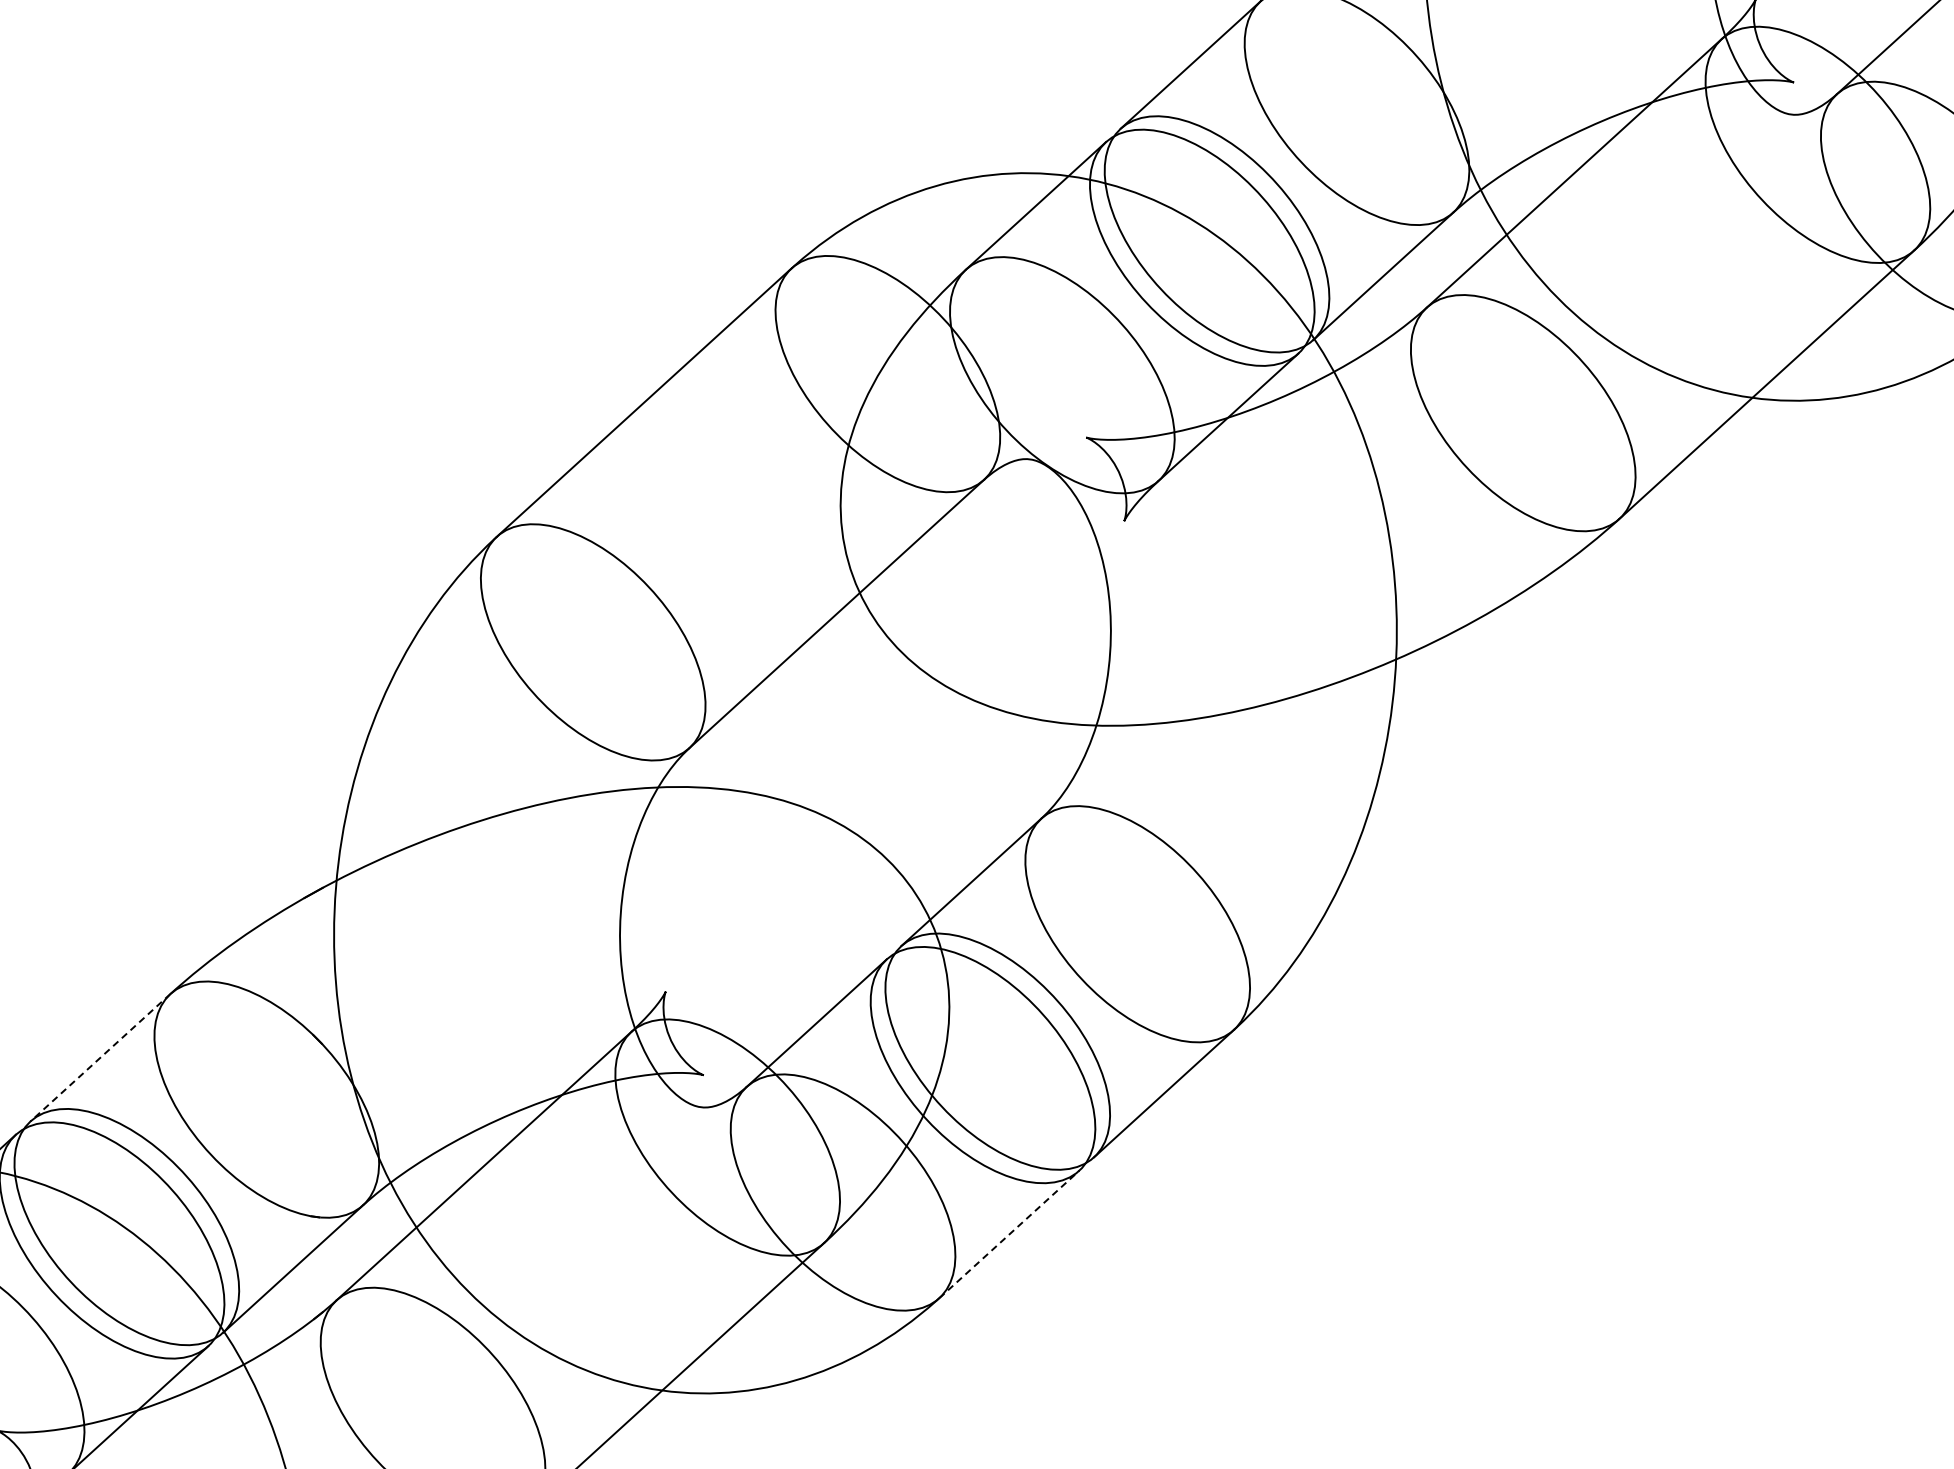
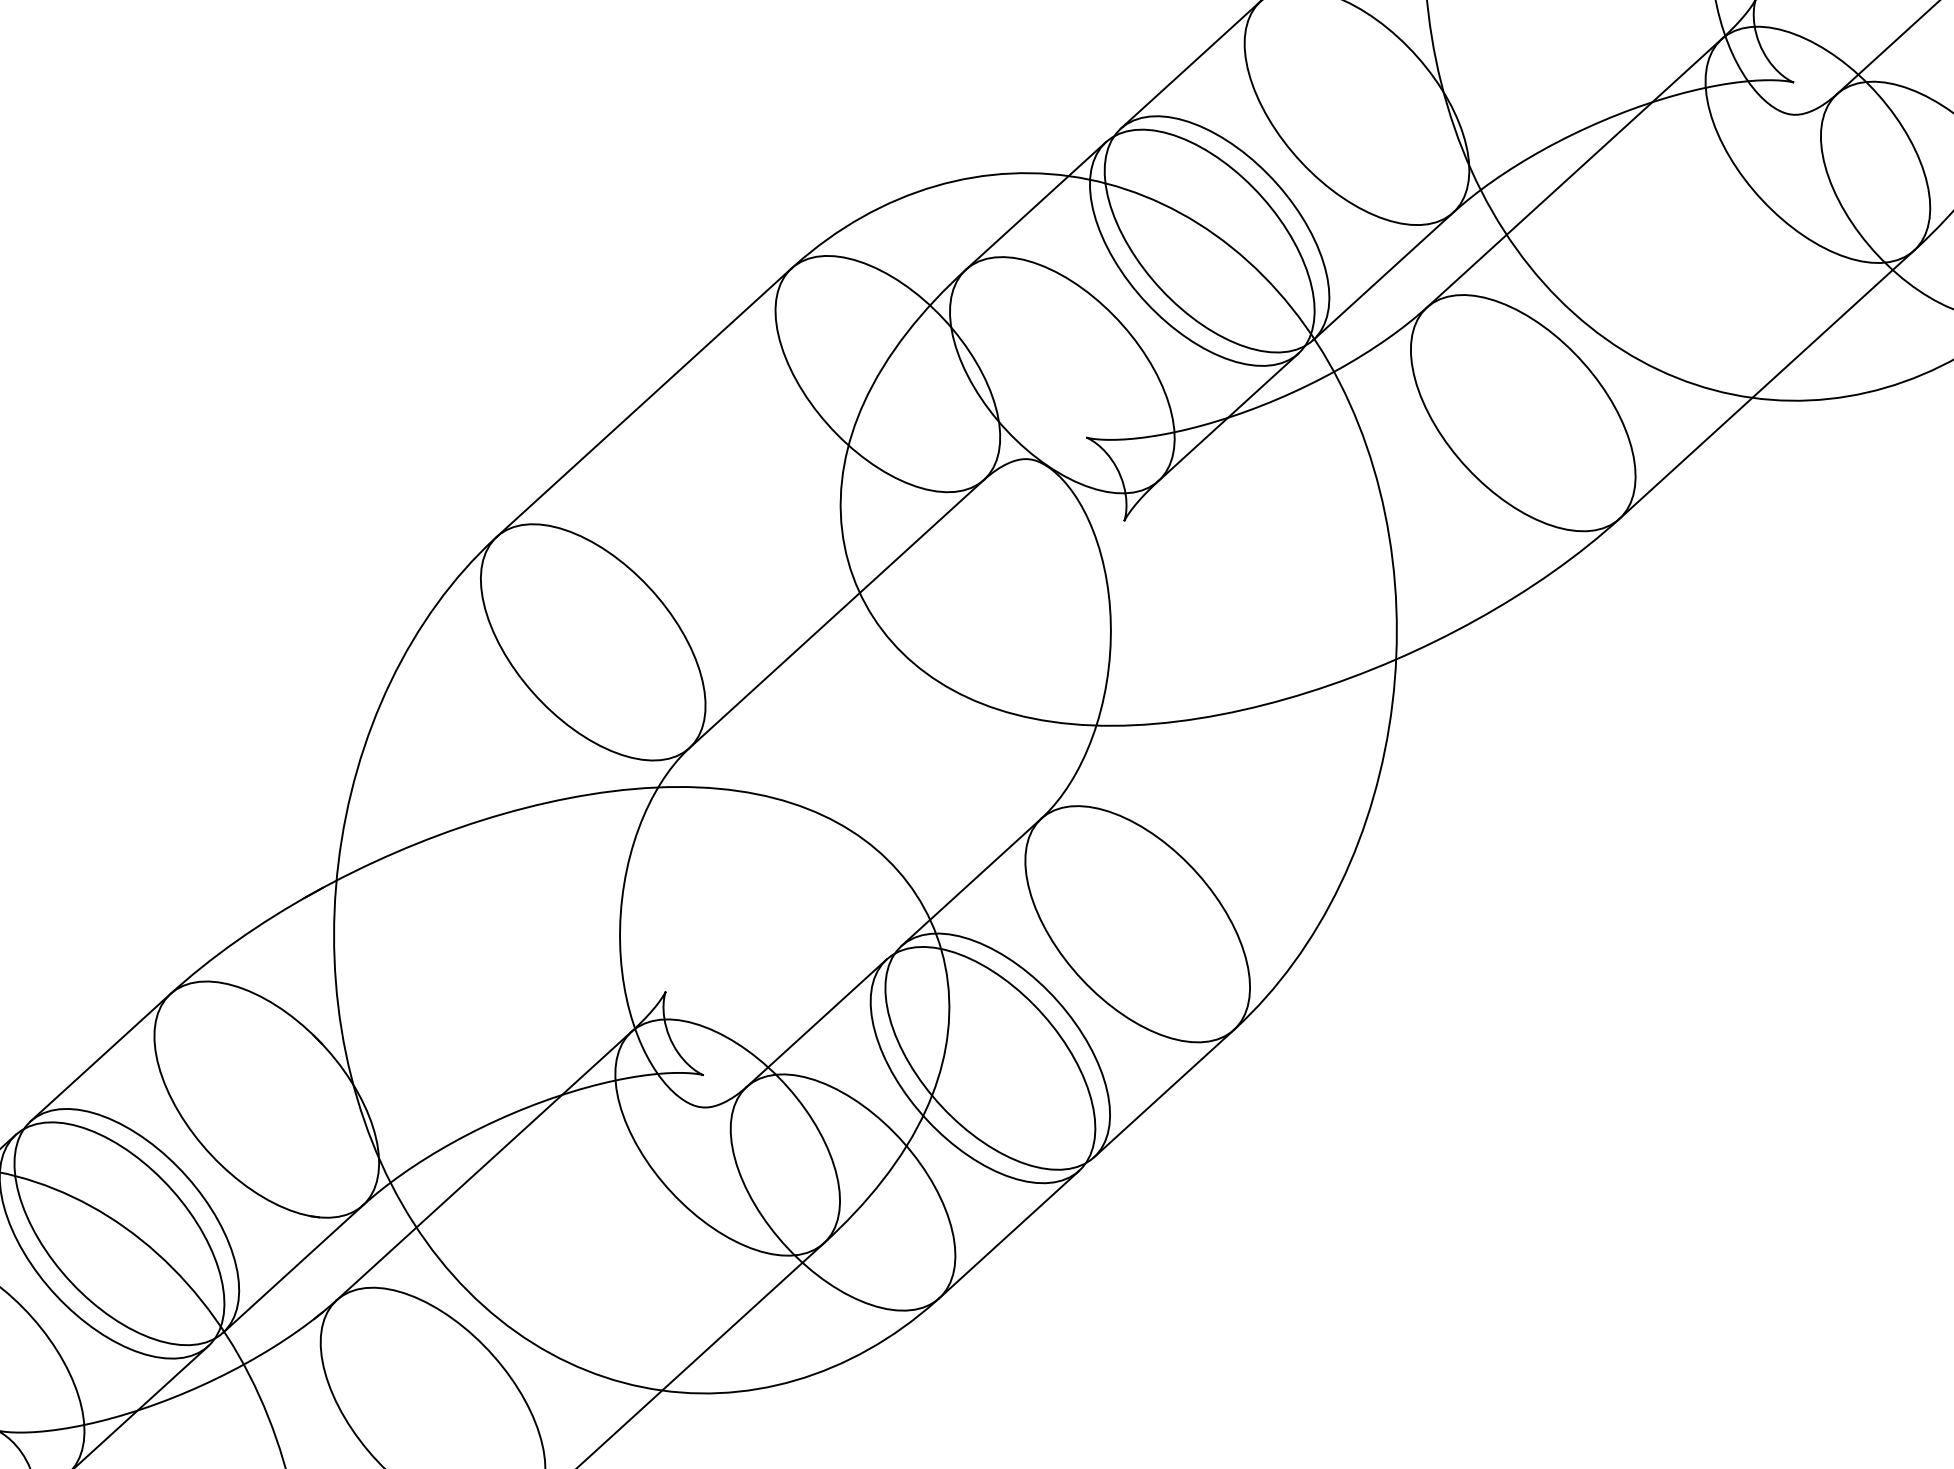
line at (100, 1057): dashed -> solid
line at (1009, 1234): dashed -> solid
